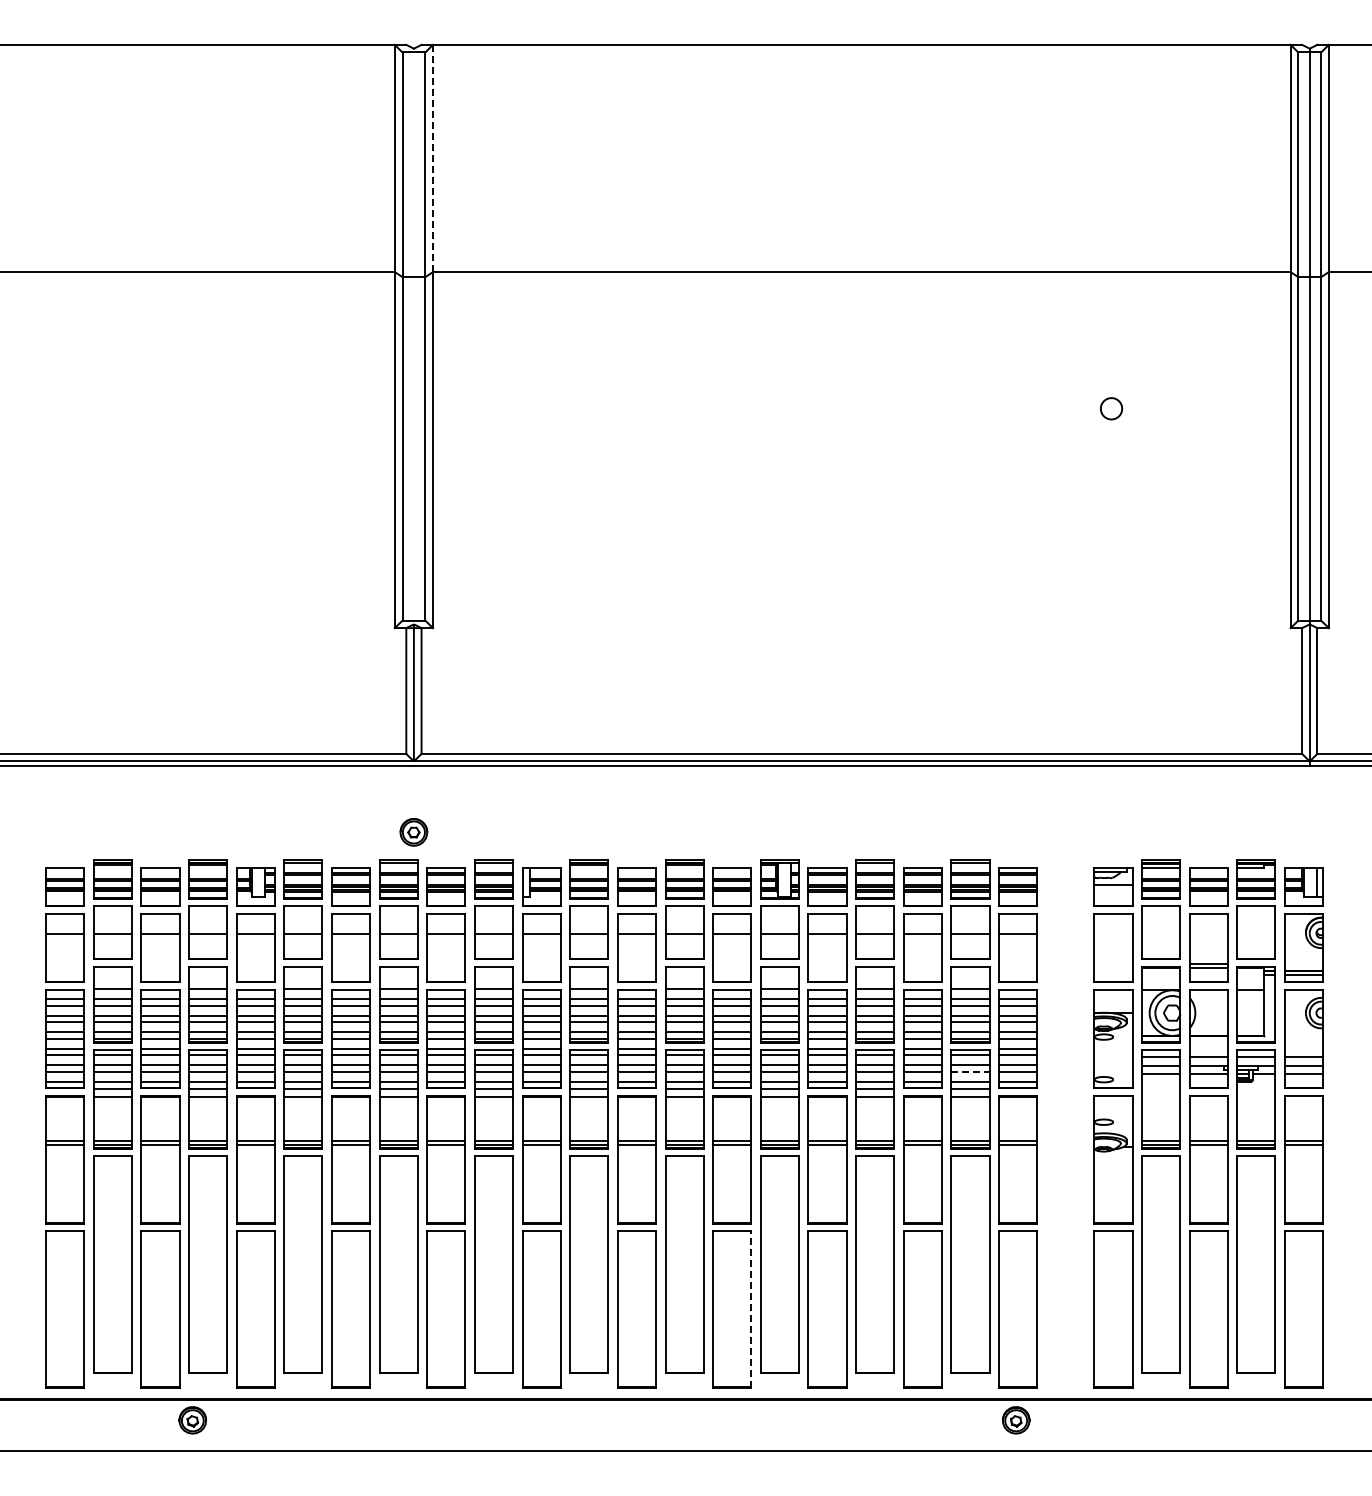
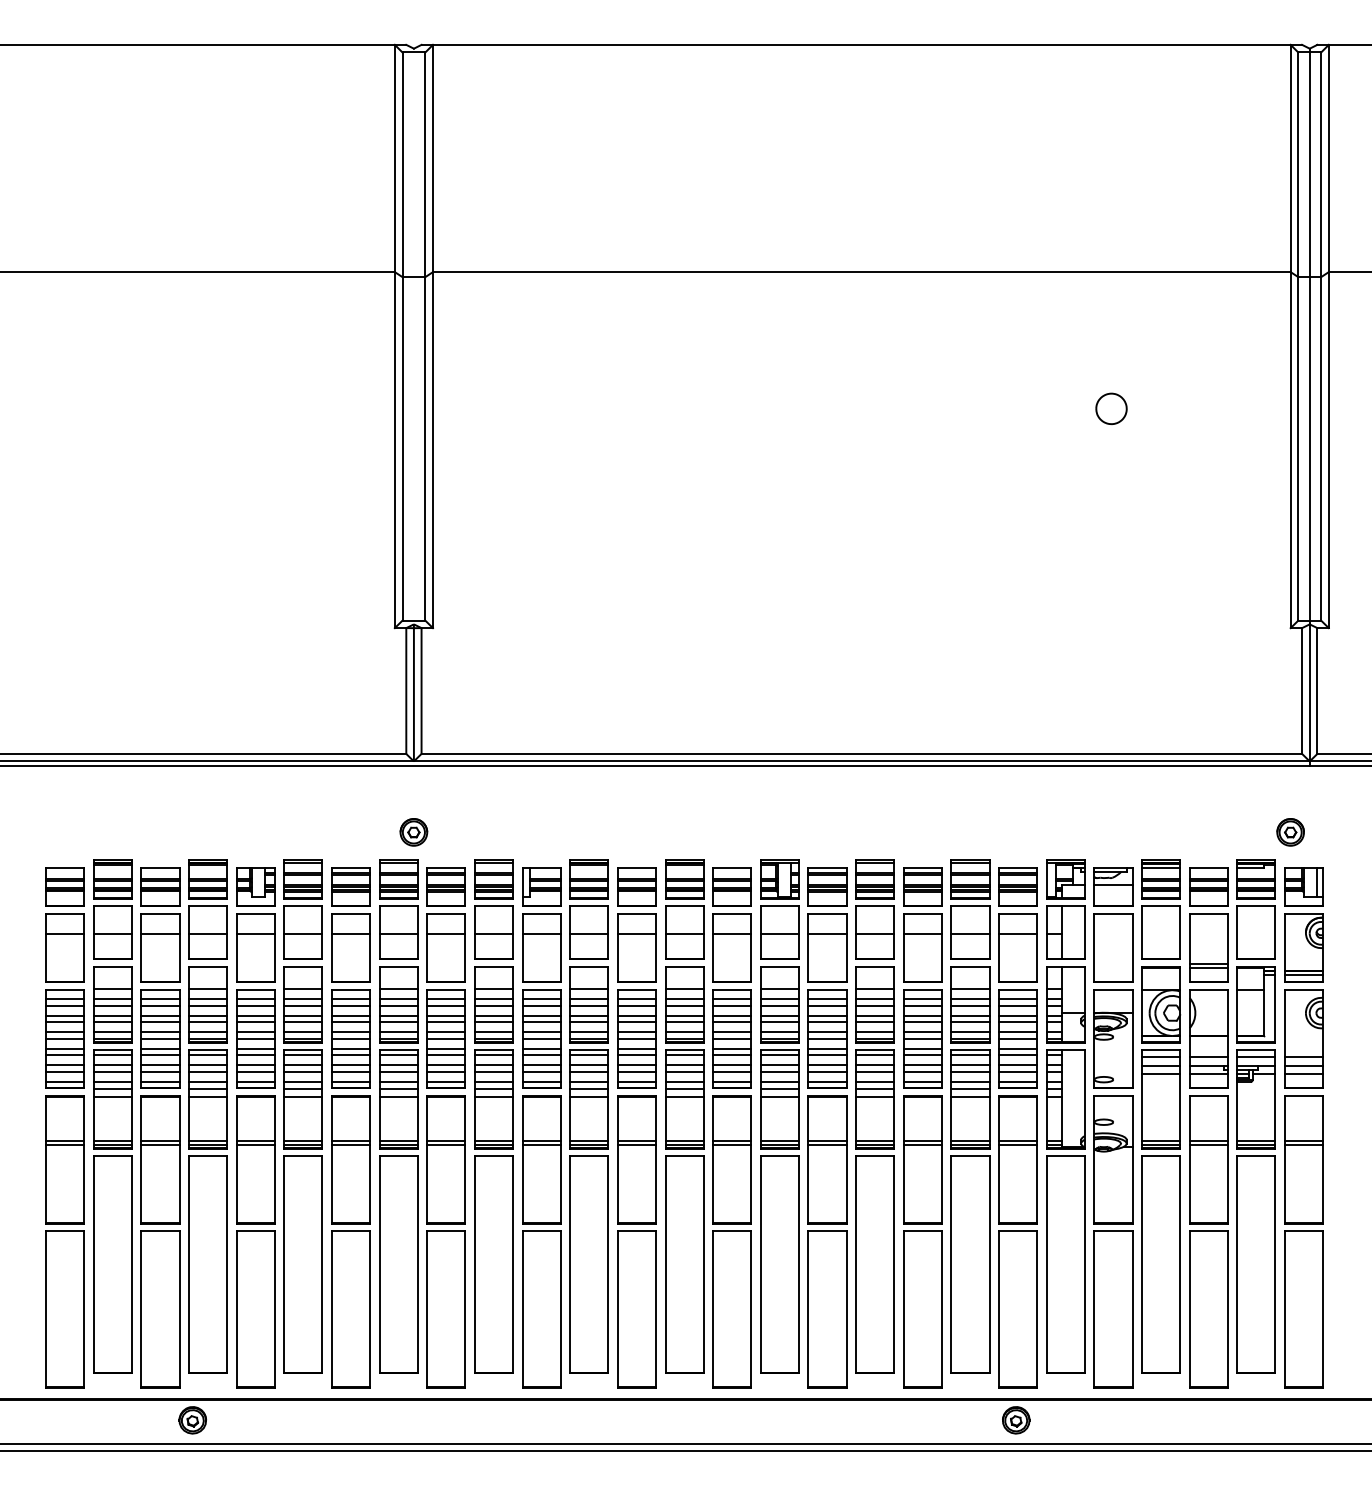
line at (432, 158): dashed -> solid
part at (1111, 408) size: 24x24 px -> 33x33 px
part at (1290, 832): none -> present
line at (970, 1071): dashed -> solid
part at (1065, 1116): none -> present
line at (751, 1309): dashed -> solid
line at (685, 1443): none -> present
